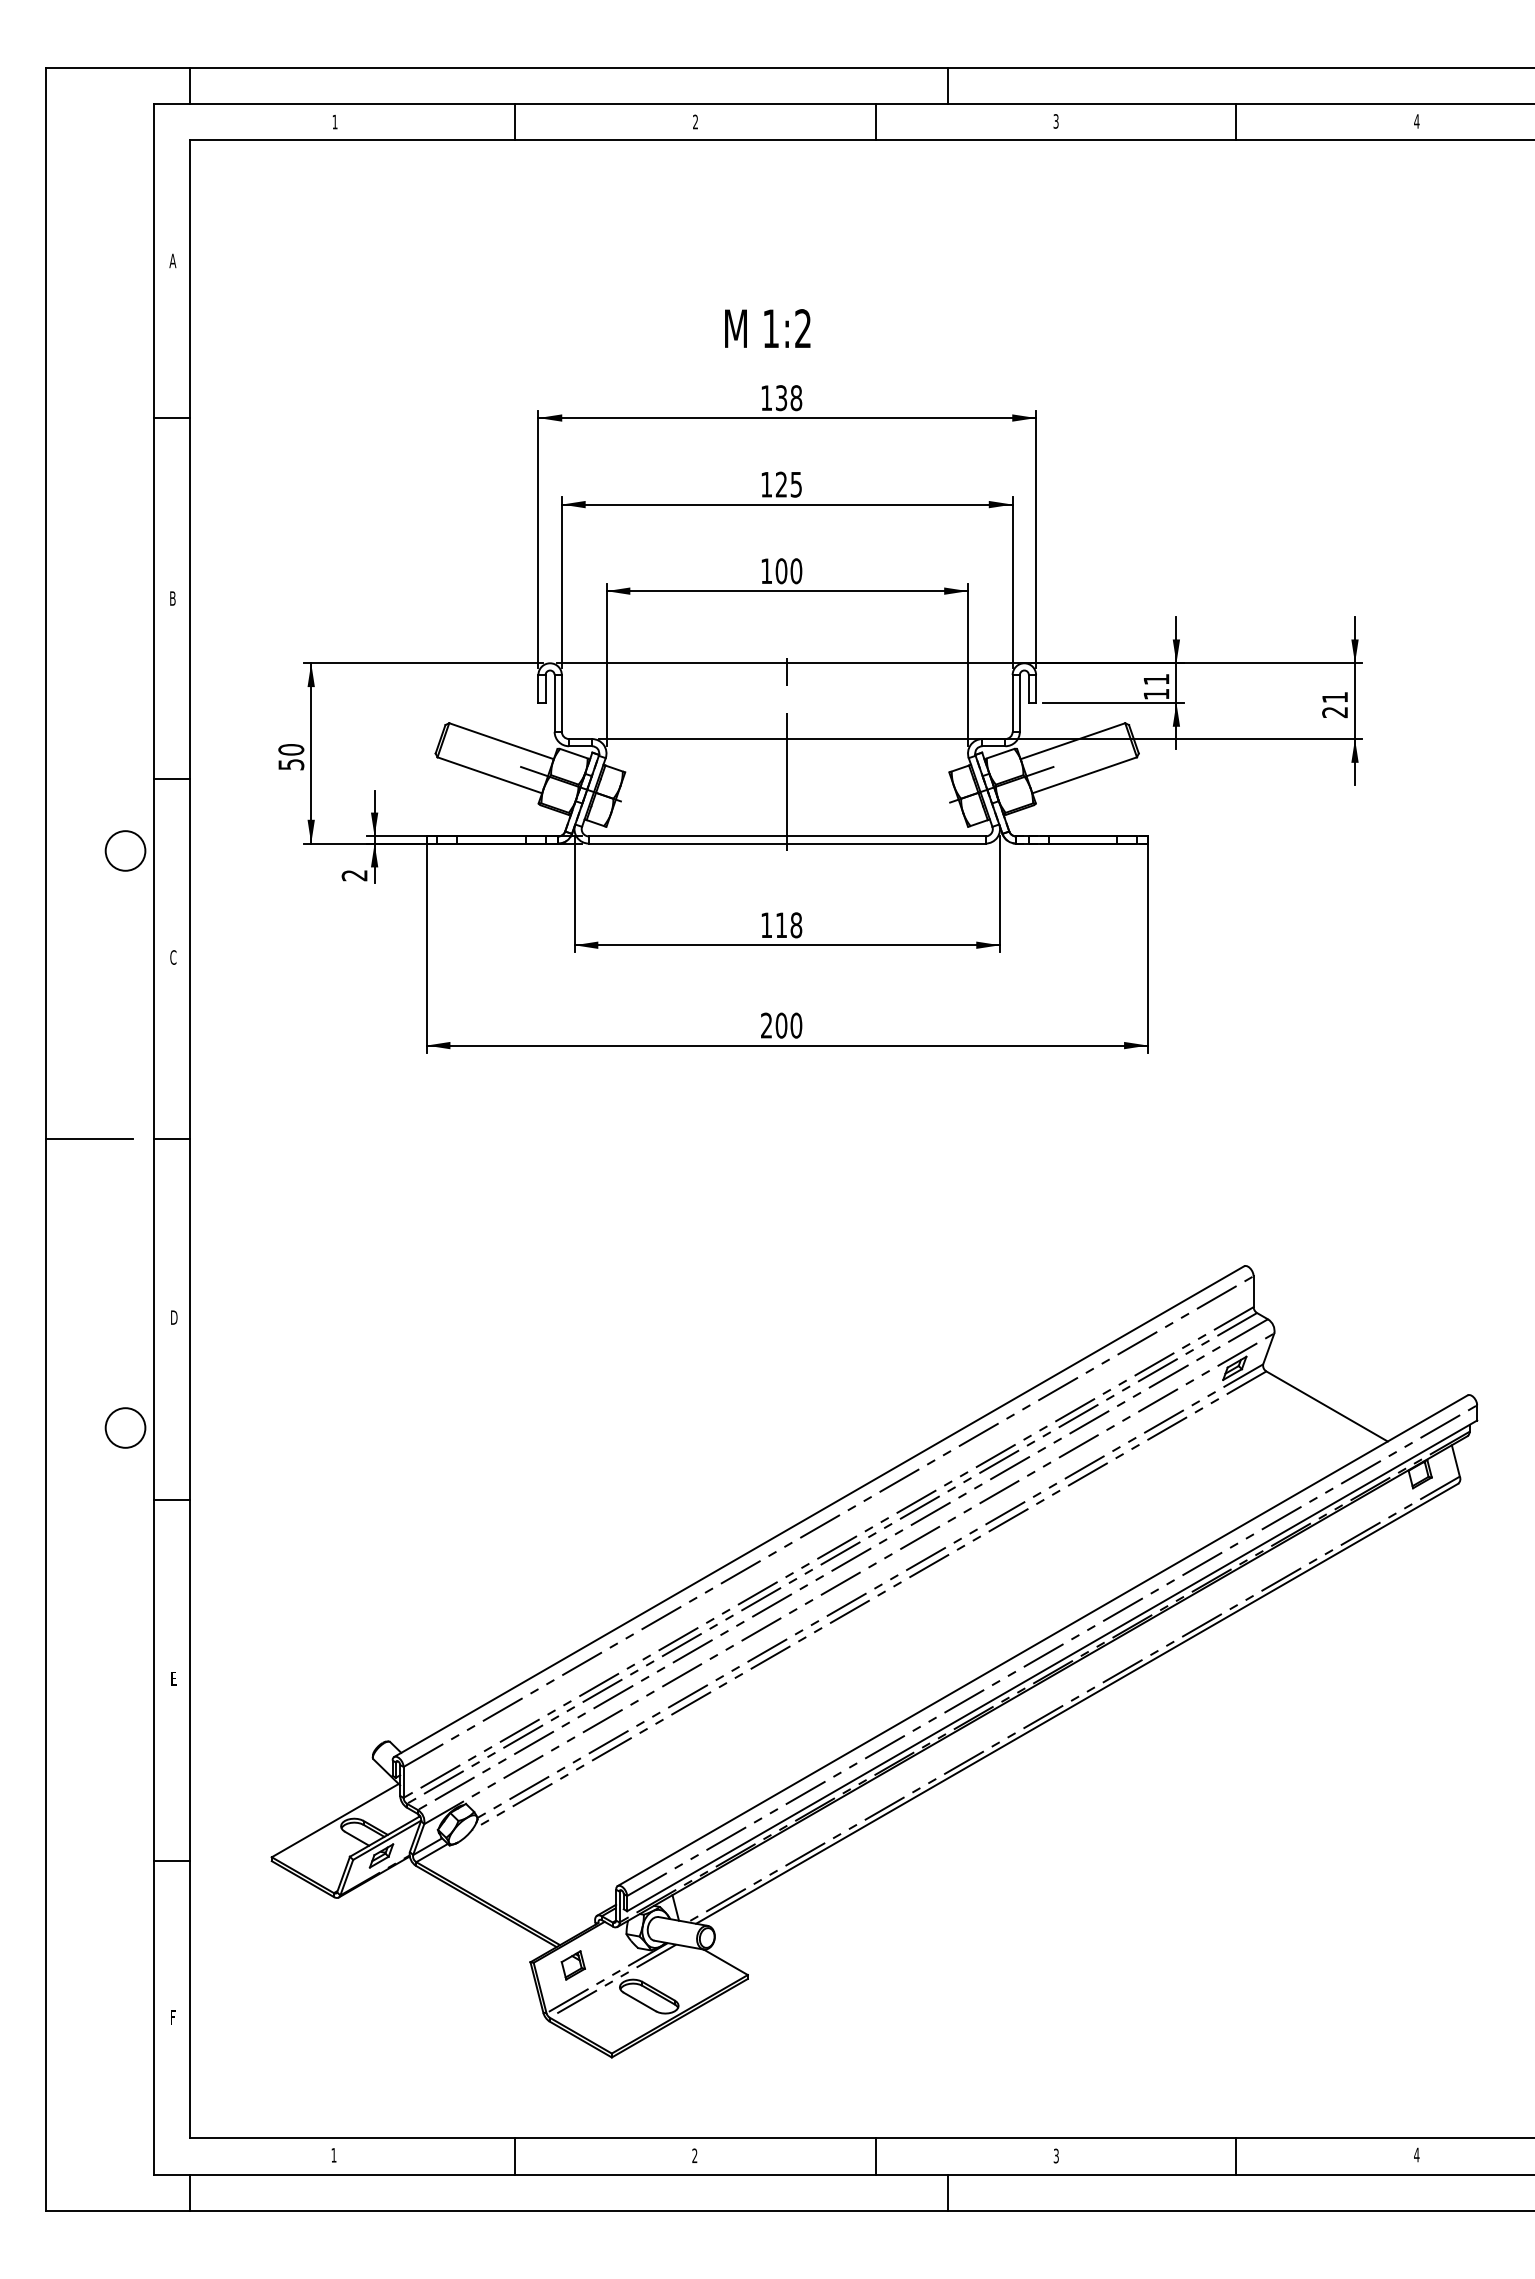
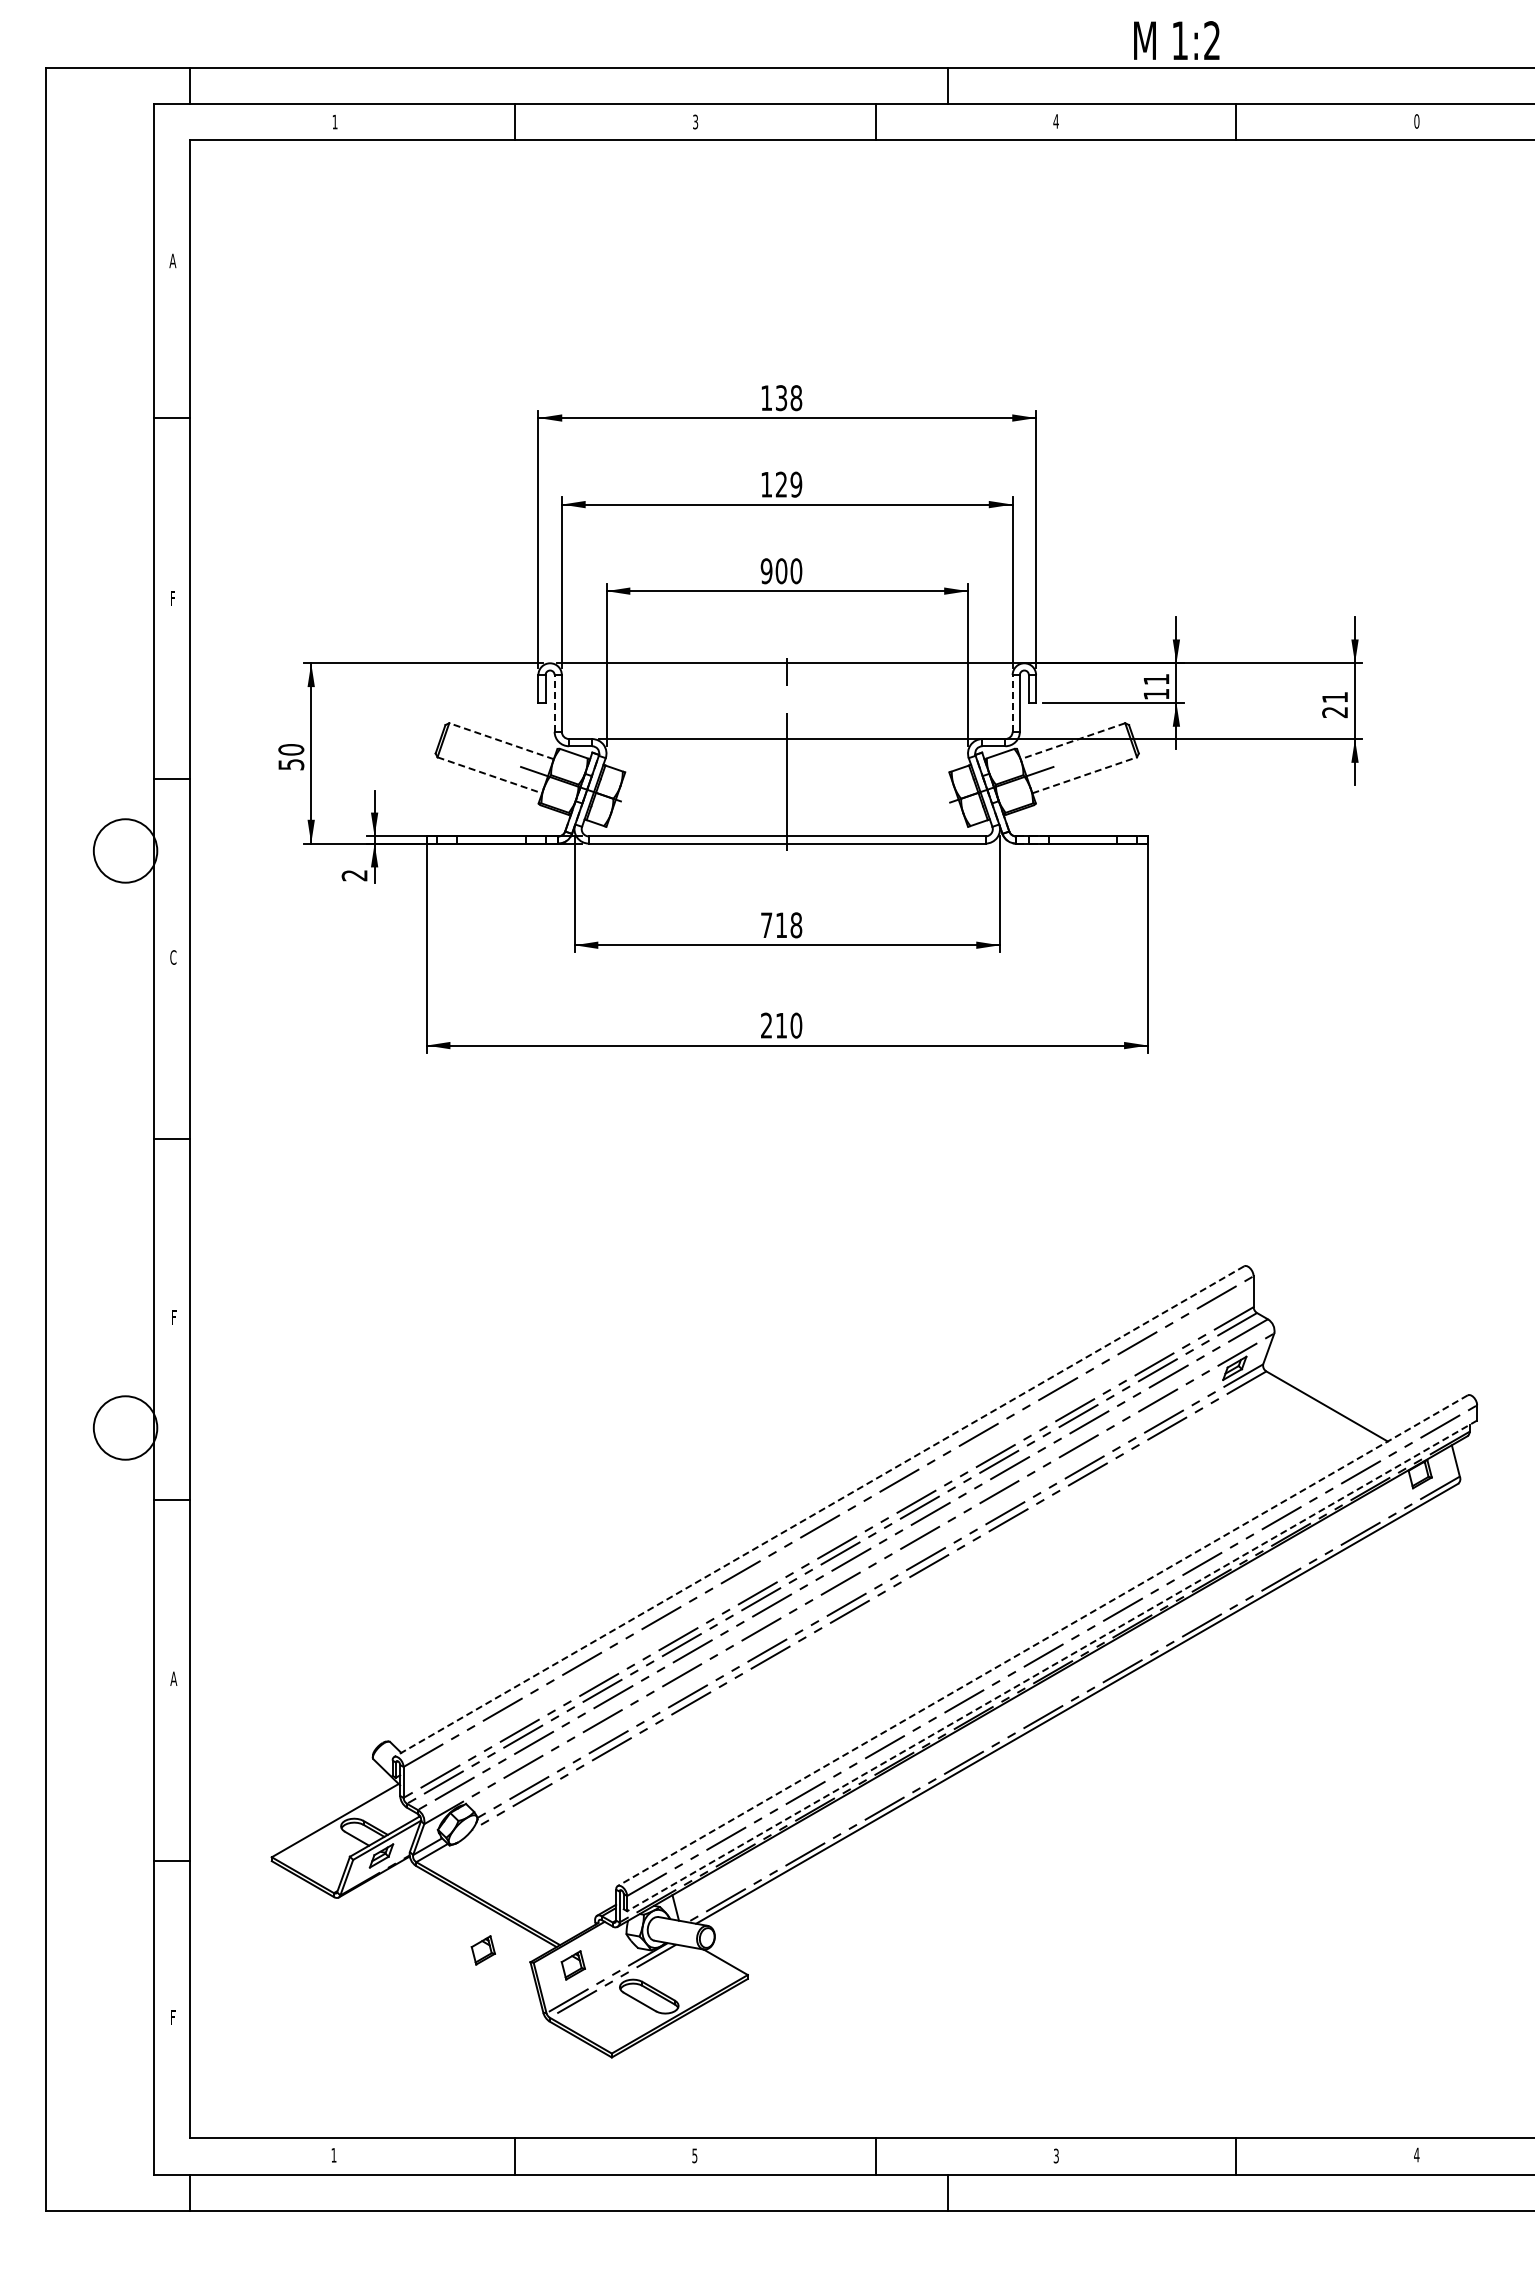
text at (1055, 121): 3 -> 4
text at (1416, 121): 4 -> 0
text at (695, 122): 2 -> 3
text at (767, 328) position: (767, 328) -> (1176, 40)
text at (796, 484): 125 -> 129
text at (766, 571): 100 -> 900
text at (172, 598): B -> F
line at (554, 702): solid -> dashed
line at (1012, 702): solid -> dashed
line at (501, 741): solid -> dashed
line at (1072, 741): solid -> dashed
line at (490, 775): solid -> dashed
line at (1085, 775): solid -> dashed
circle at (125, 850) diameter: 40 px -> 63 px
text at (766, 924): 118 -> 718
text at (781, 1025): 200 -> 210
line at (89, 1139): present -> none
text at (174, 1317): D -> F
circle at (125, 1427) diameter: 40 px -> 63 px
line at (819, 1511): solid -> dashed
line at (1042, 1640): solid -> dashed
line at (1052, 1665): solid -> dashed
text at (173, 1678): E -> A
part at (482, 1950): none -> present
text at (694, 2155): 2 -> 5
